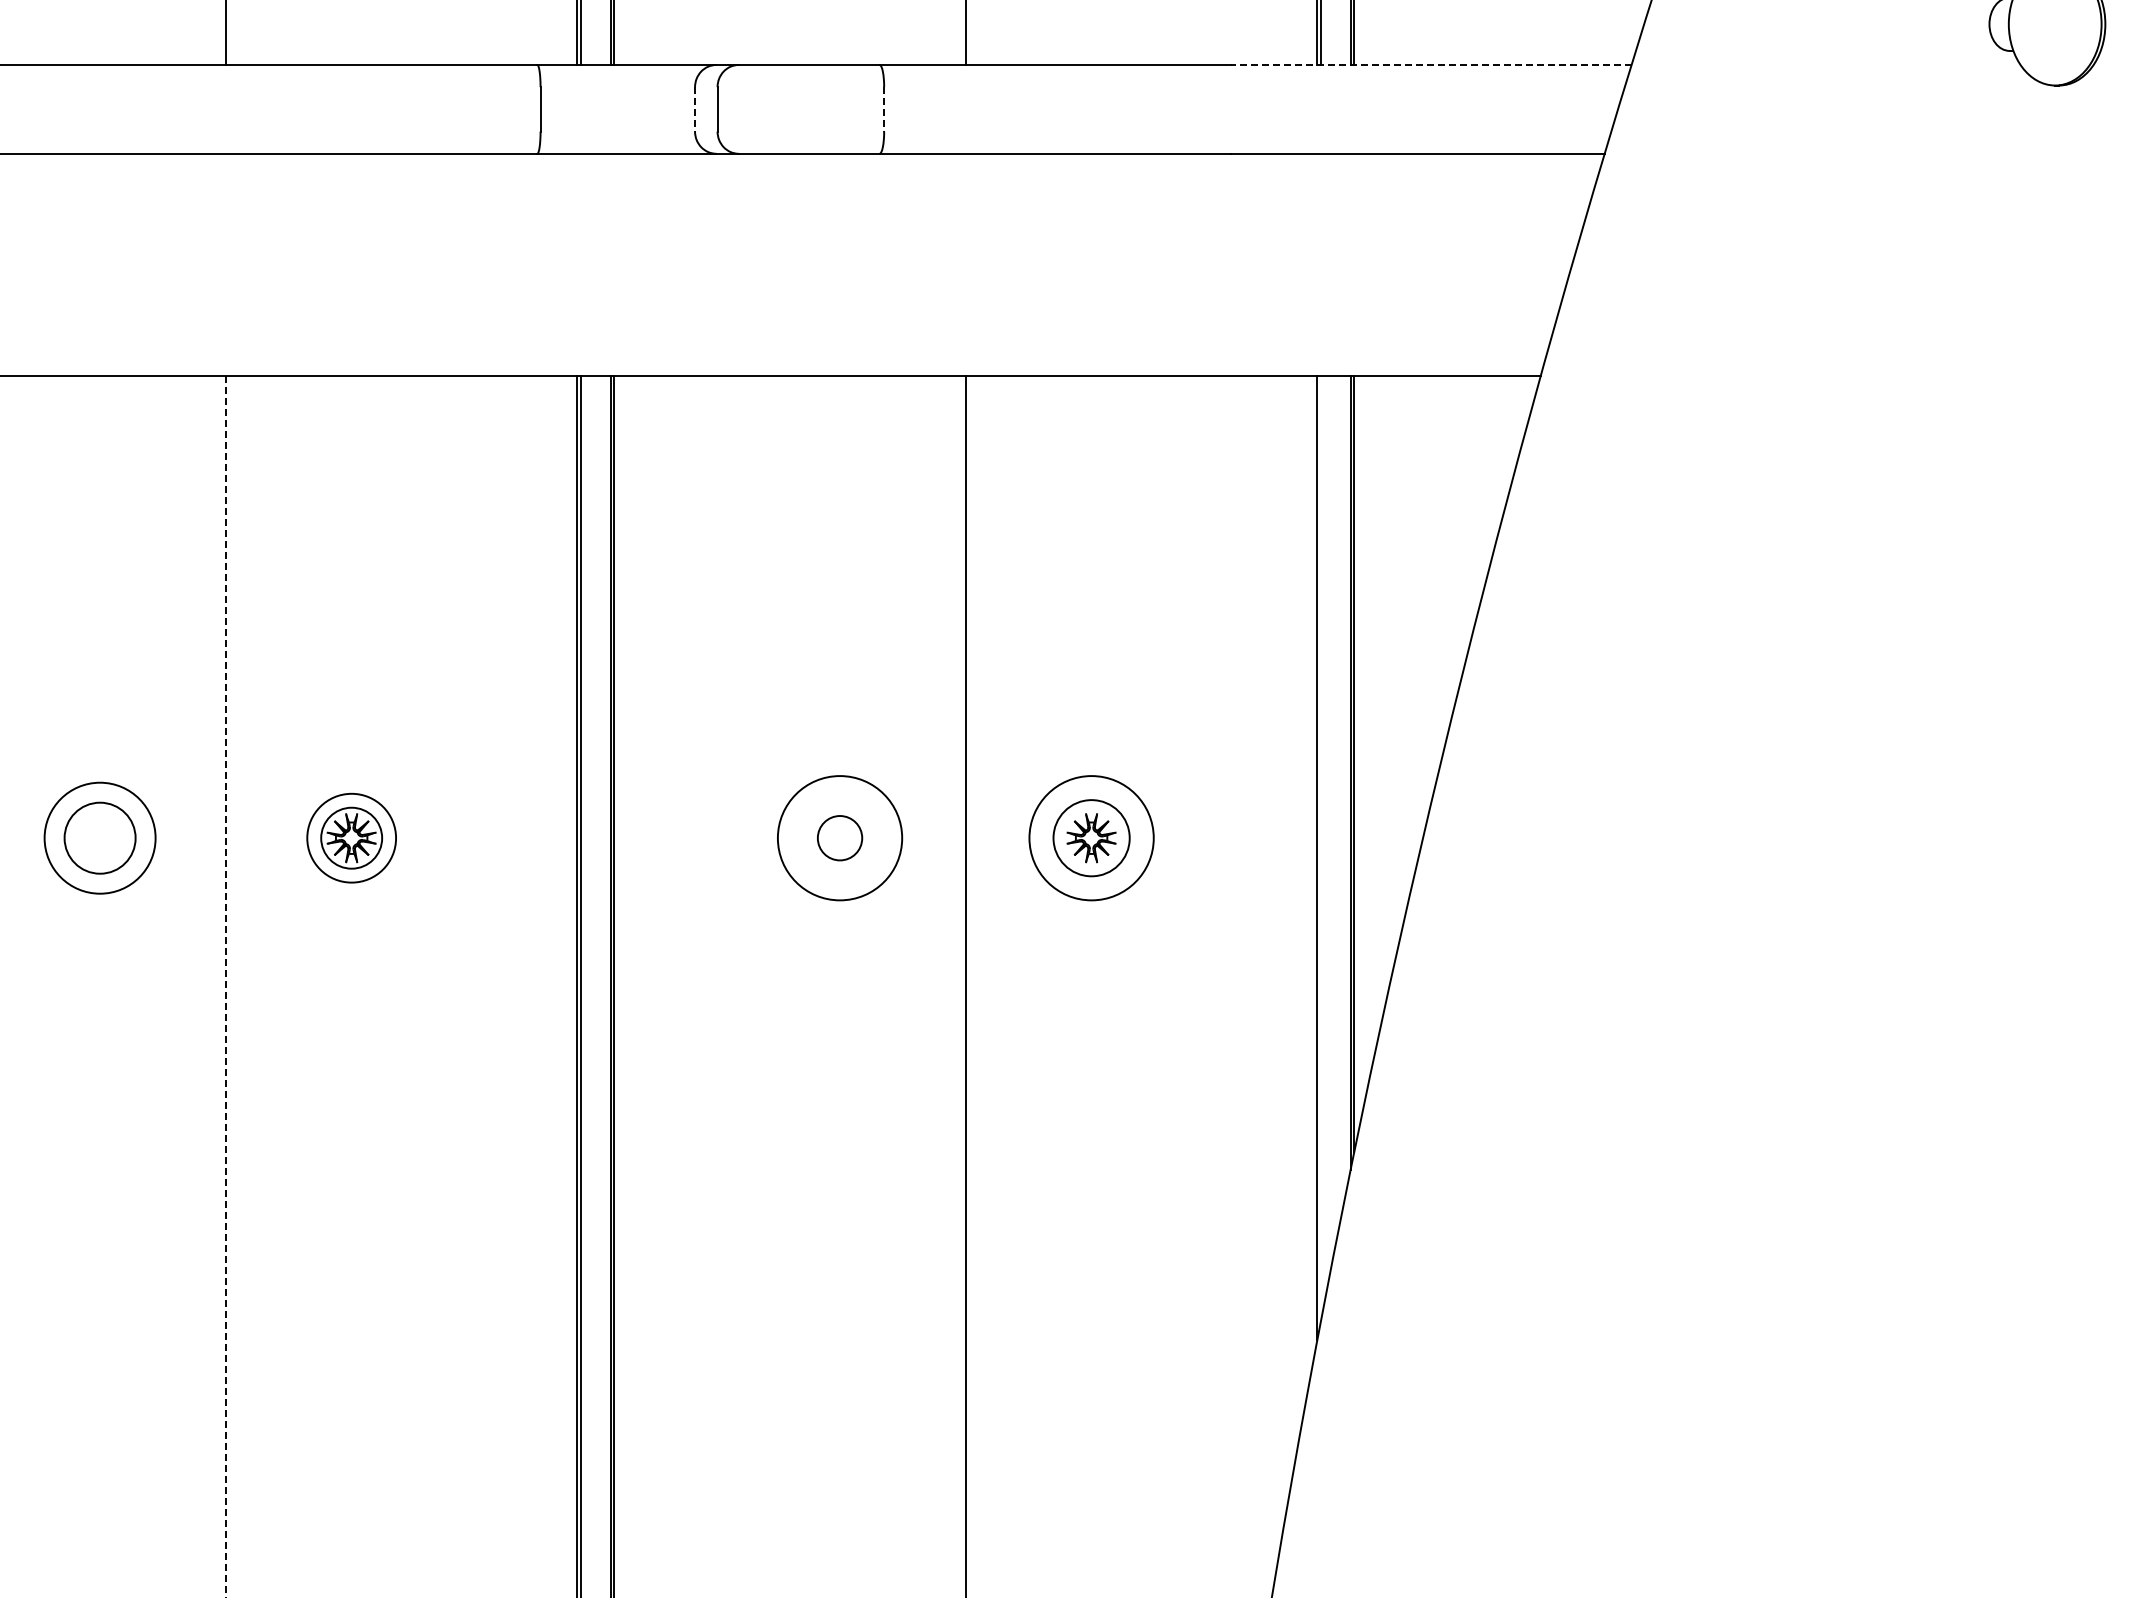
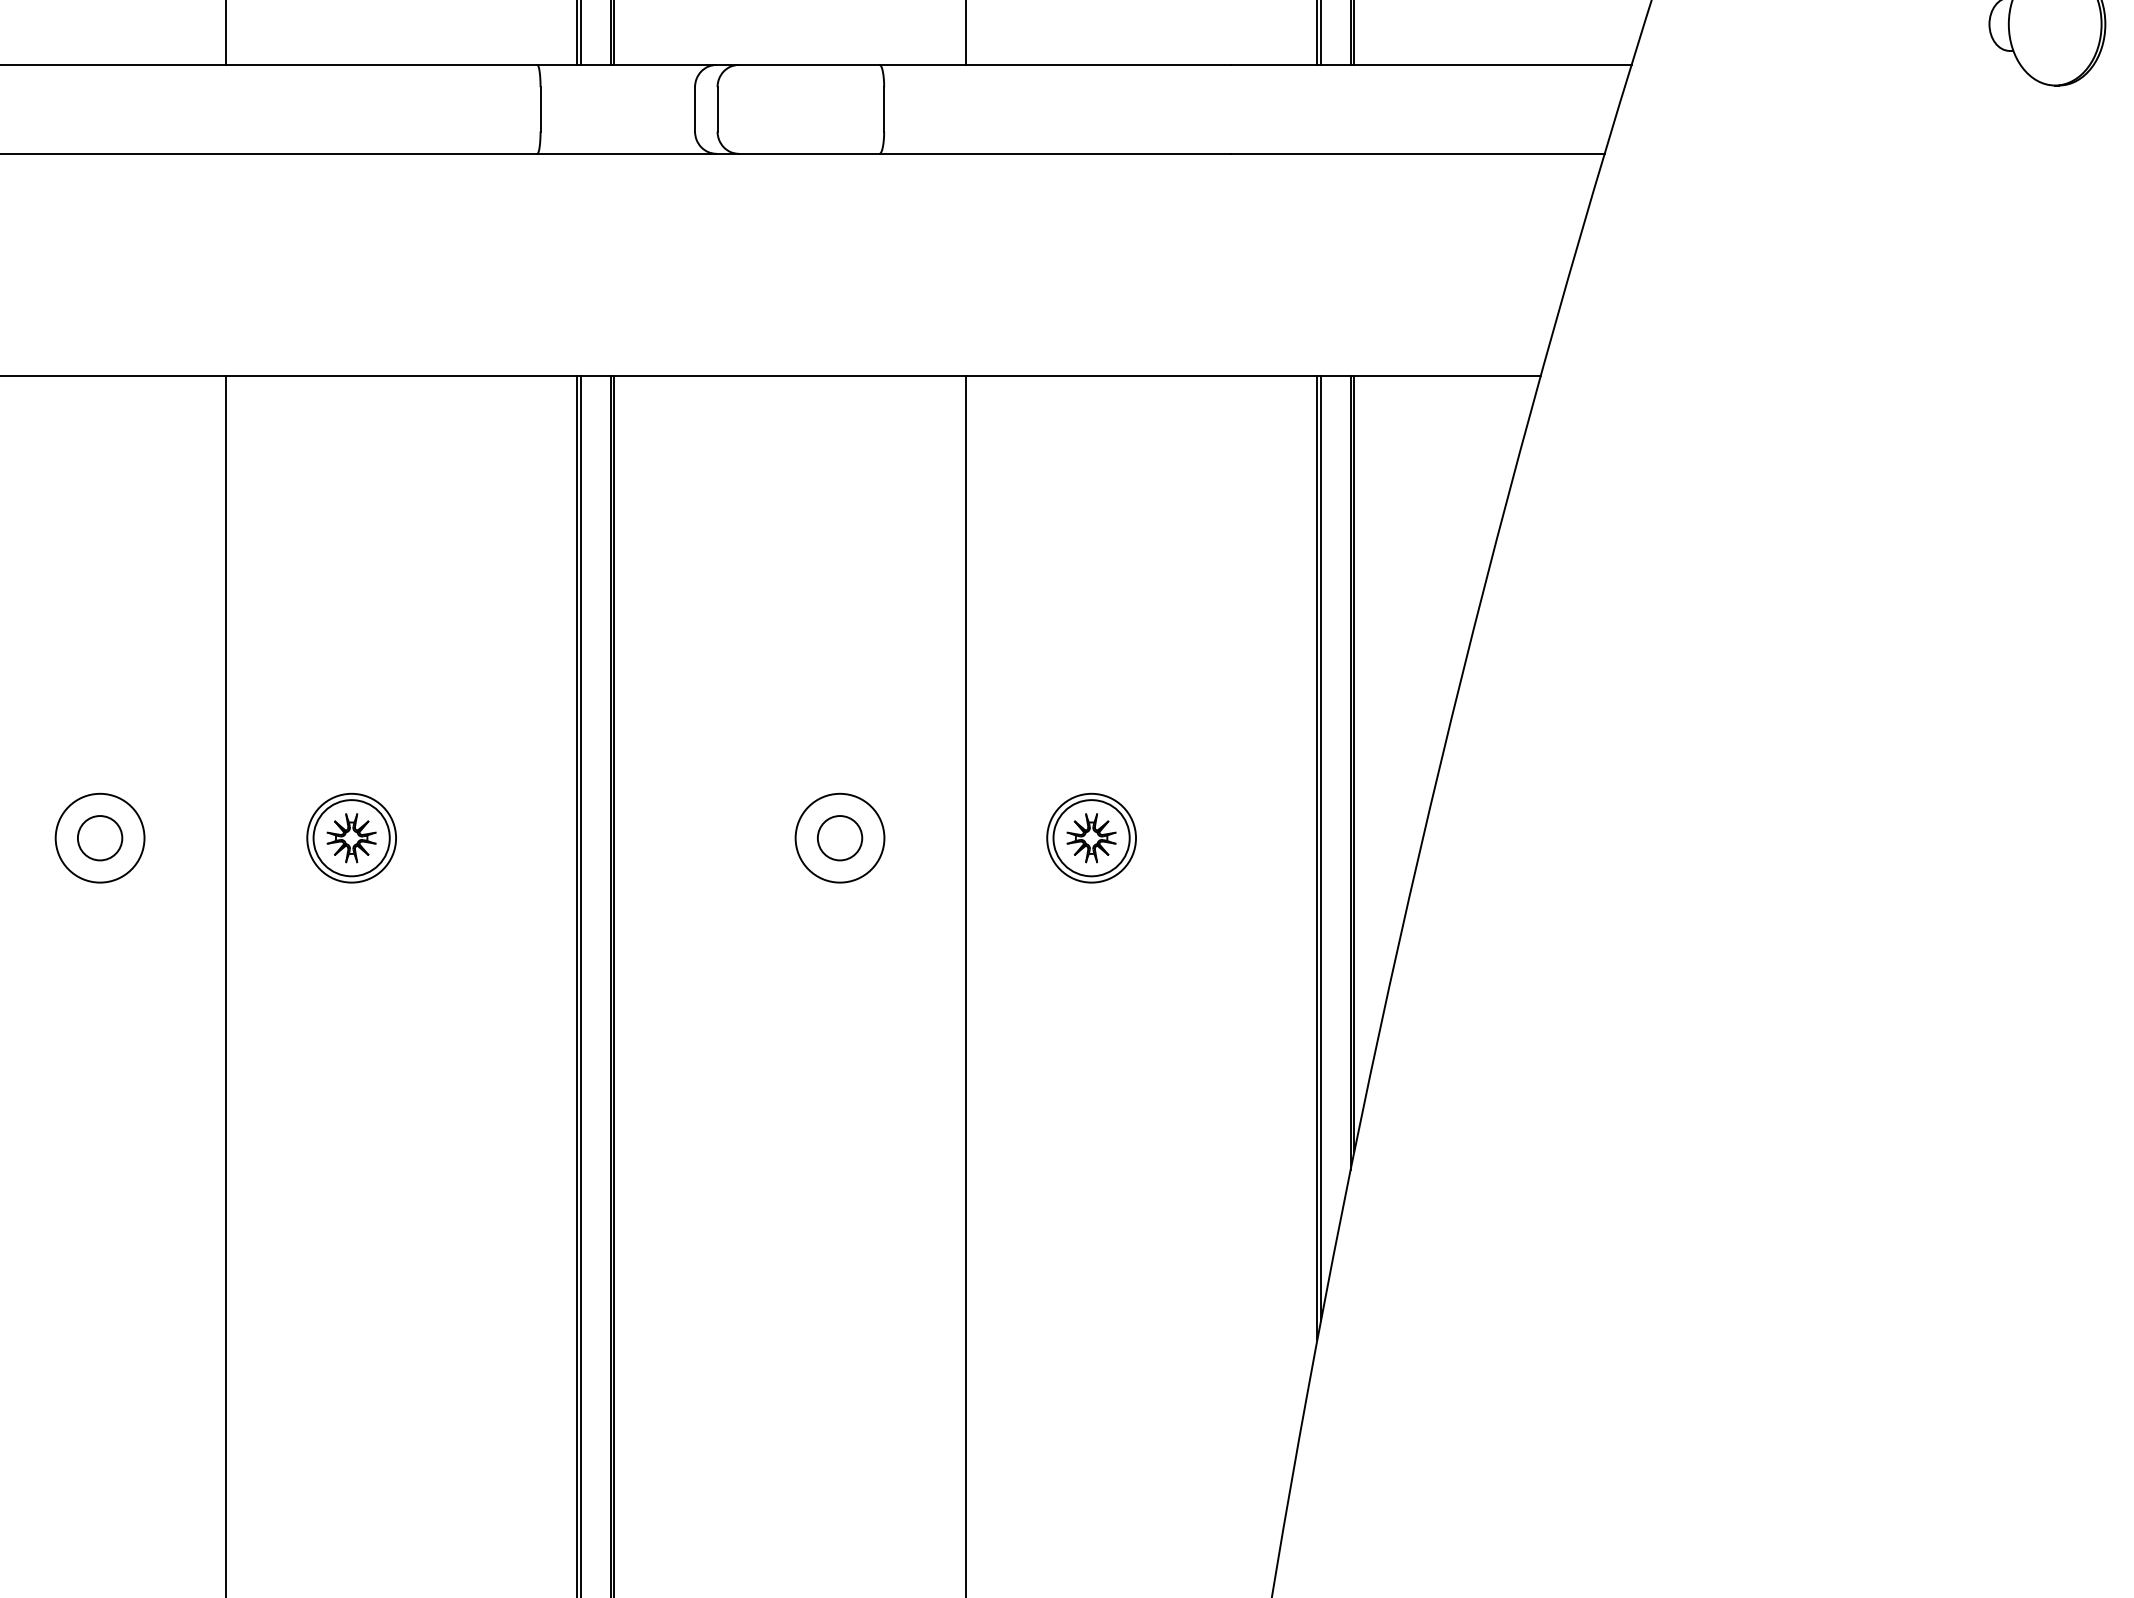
line at (1430, 65): dashed -> solid
line at (695, 109): dashed -> solid
line at (884, 109): dashed -> solid
circle at (99, 837) diameter: 111 px -> 89 px
circle at (99, 837) diameter: 71 px -> 44 px
circle at (351, 837) diameter: 61 px -> 76 px
circle at (839, 838) diameter: 124 px -> 89 px
circle at (1091, 838) diameter: 124 px -> 89 px
line at (1320, 847): none -> present
line at (225, 986): dashed -> solid
